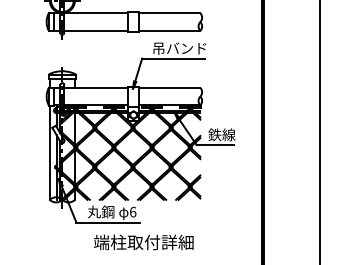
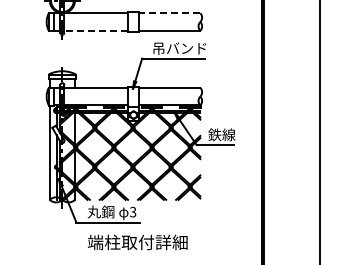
line at (169, 13): solid -> dashed
line at (96, 30): solid -> dashed
text at (133, 211): 6 -> 3
text at (143, 242) position: (143, 242) -> (137, 242)
